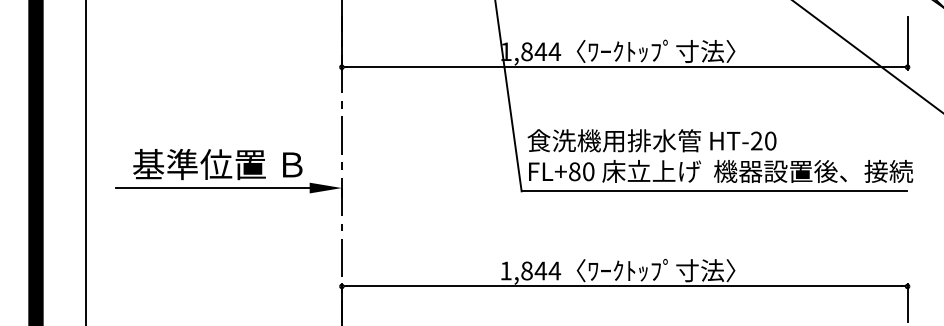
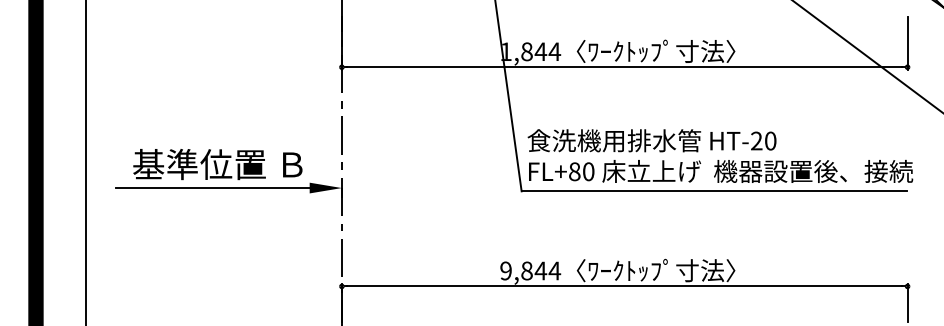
text at (505, 270): 1,844 -> 9,844
